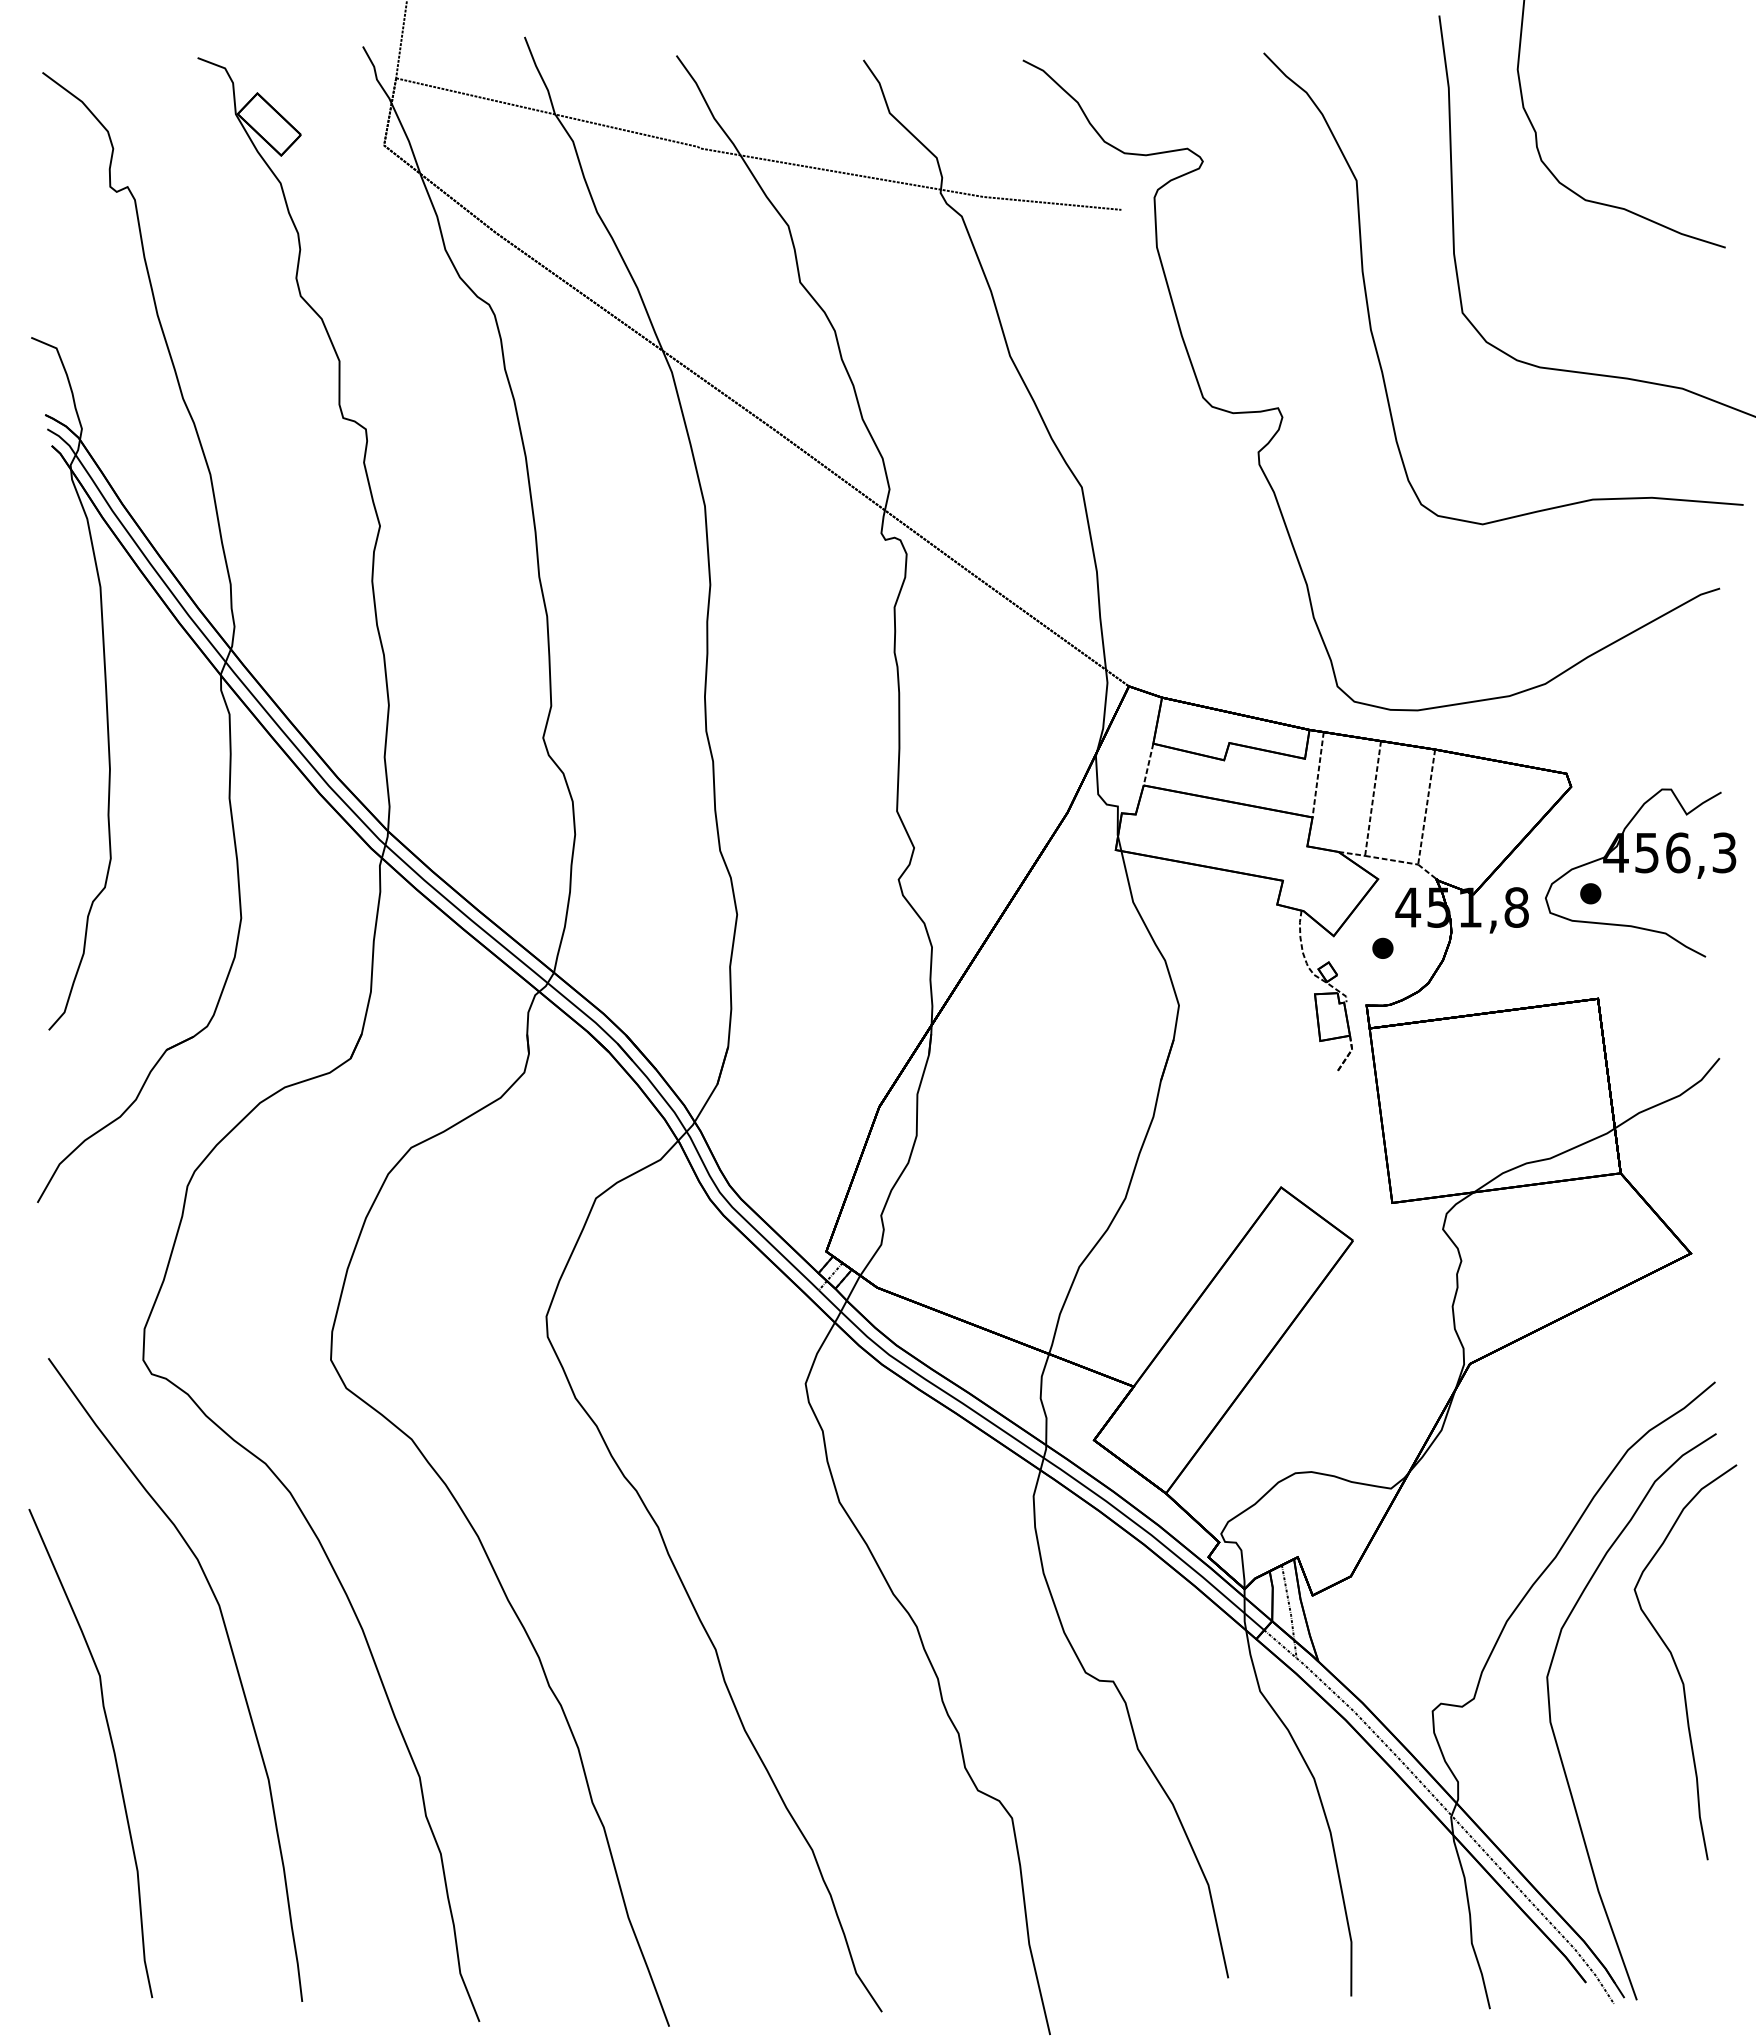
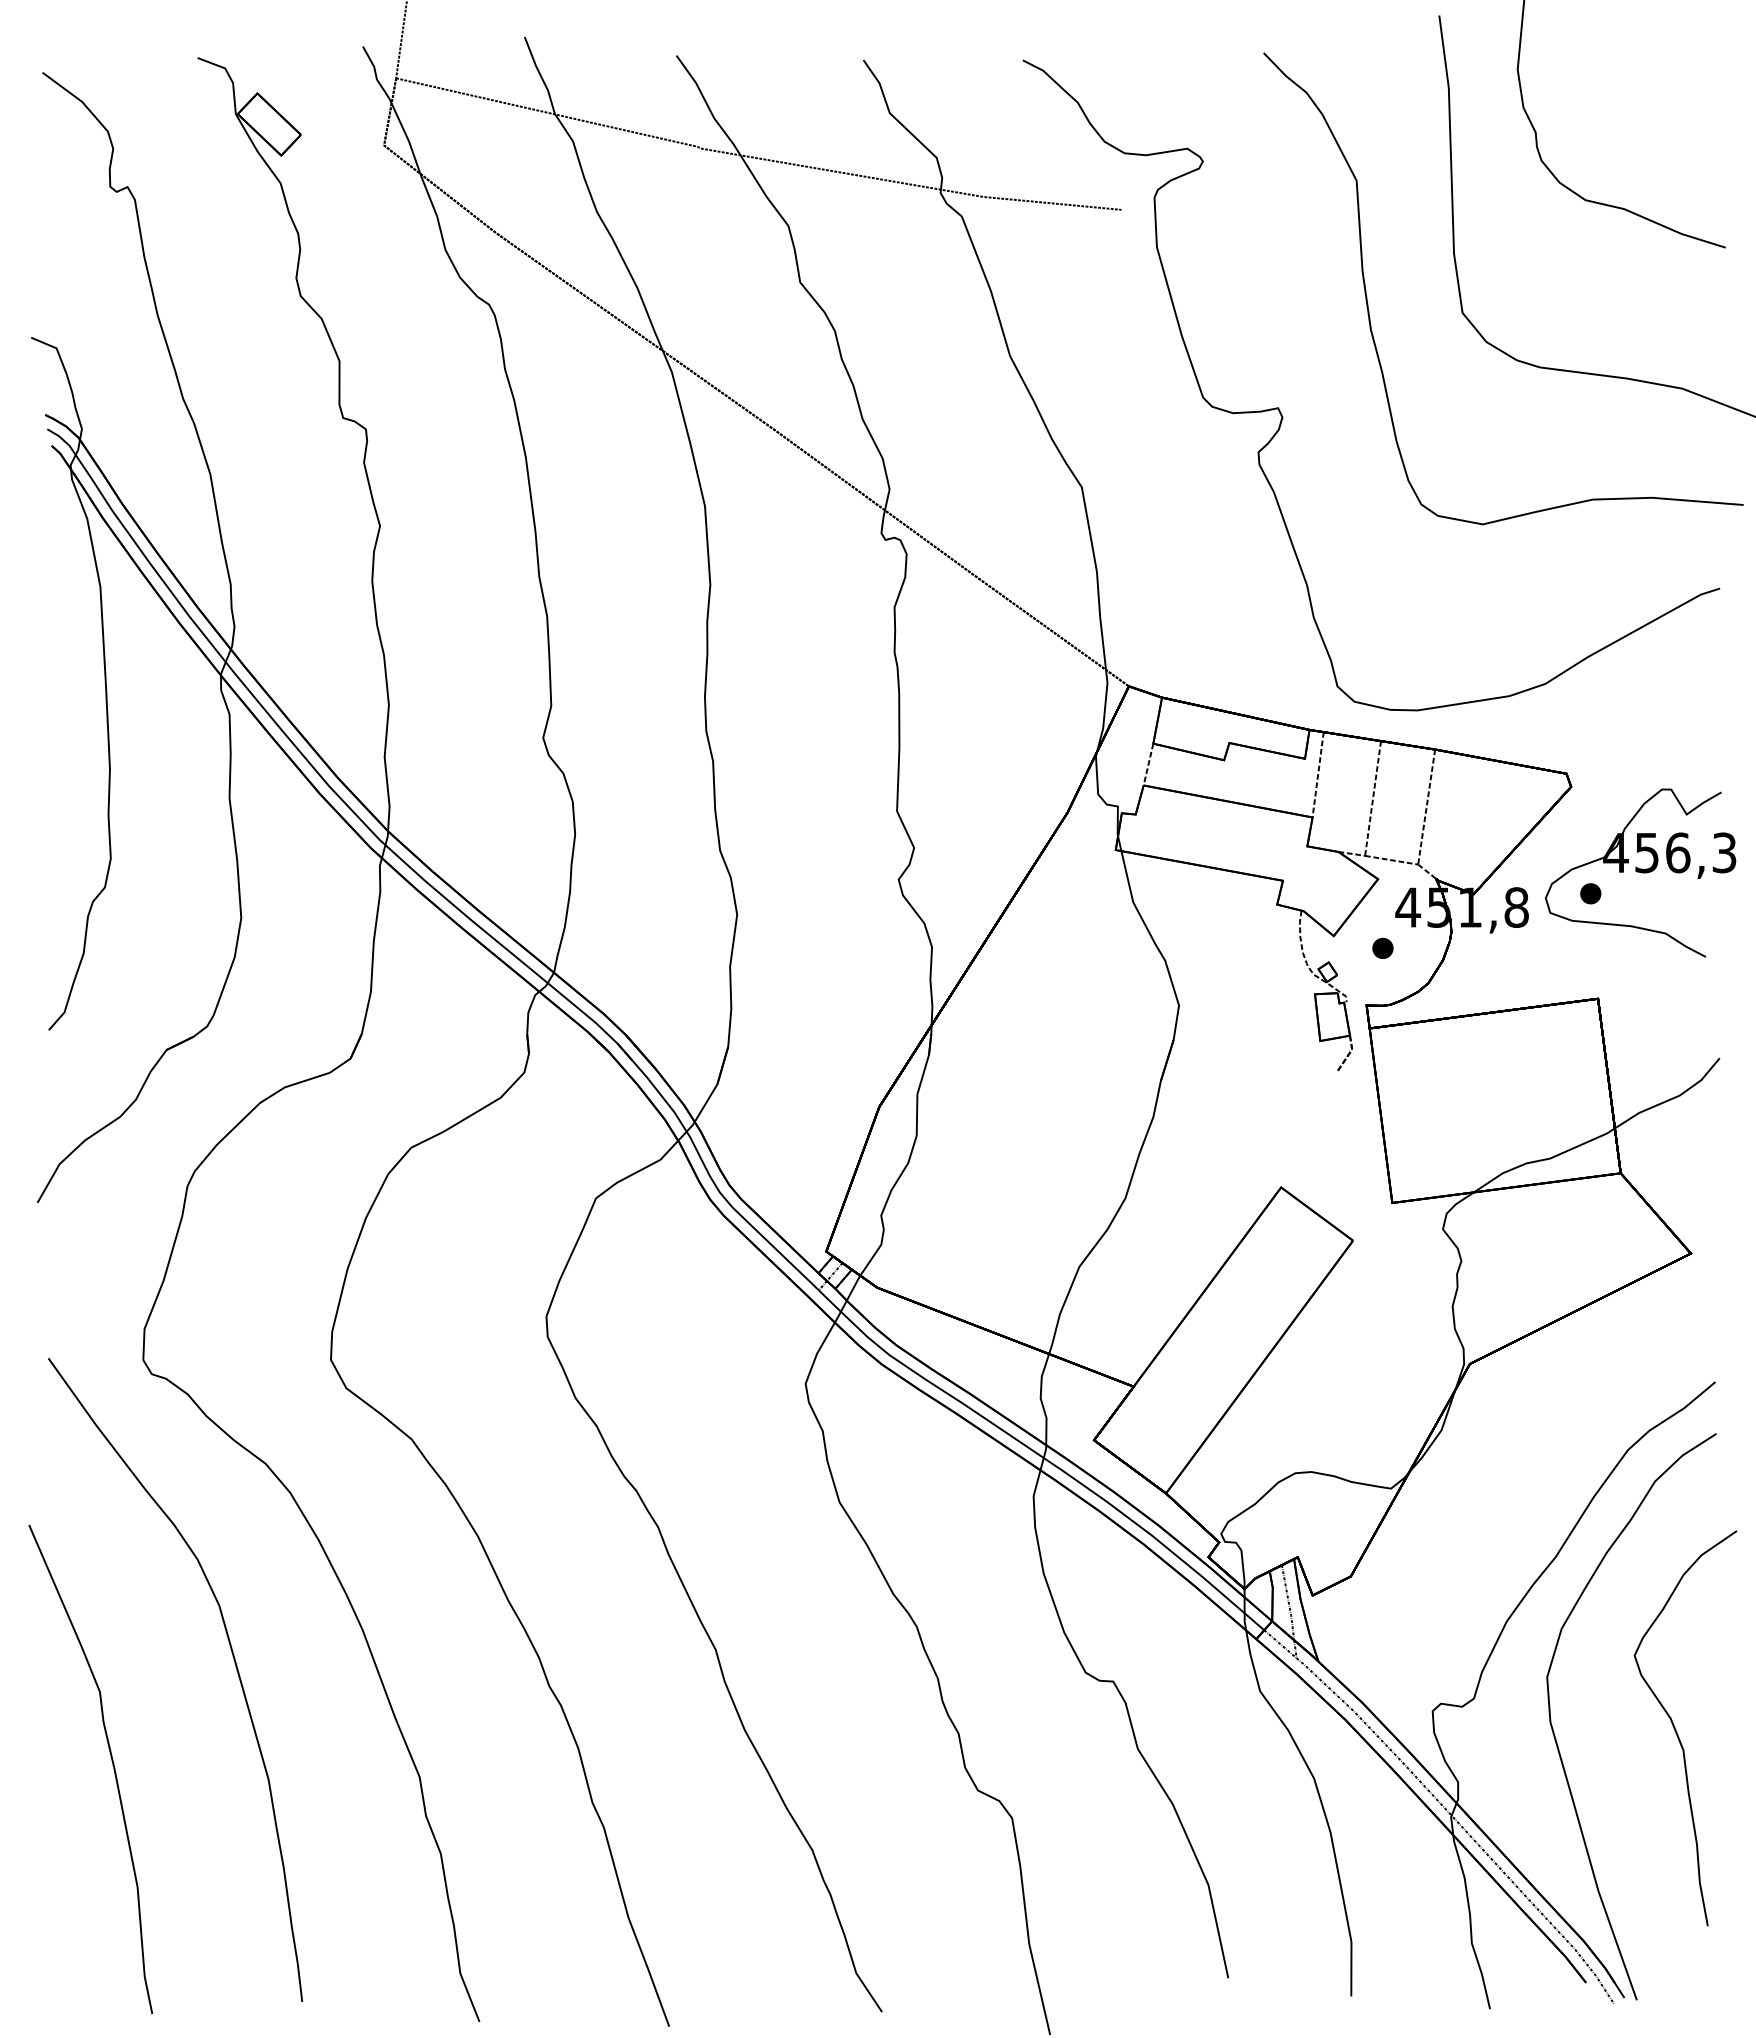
curve at (1677, 1666) position: (1677, 1666) -> (1677, 1732)
curve at (112, 1749) position: (112, 1749) -> (112, 1765)
